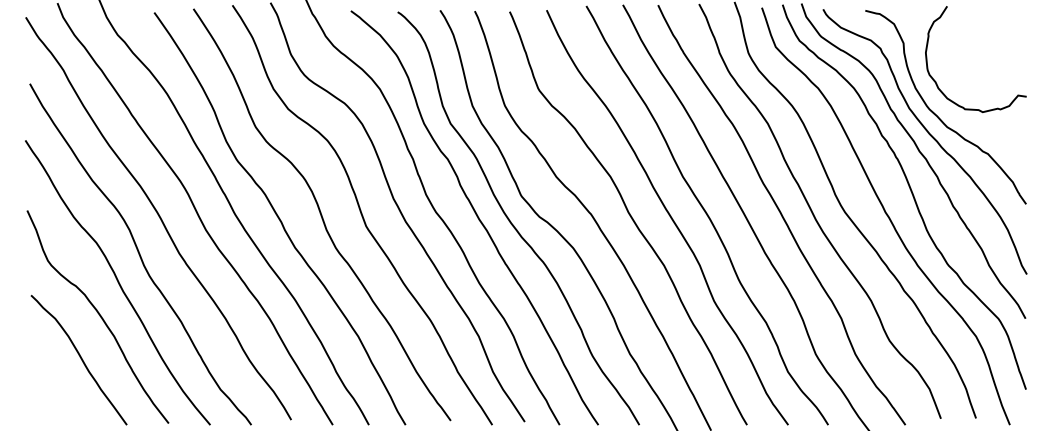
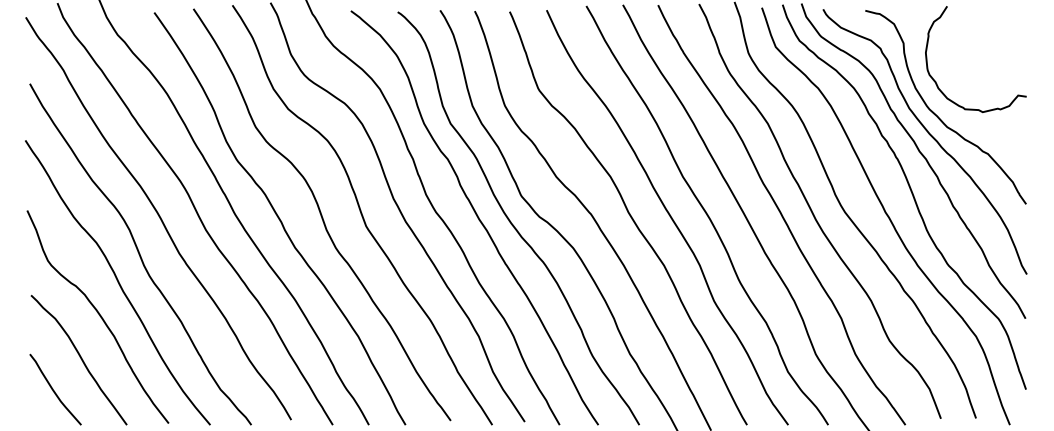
curve at (54, 390): none -> present
